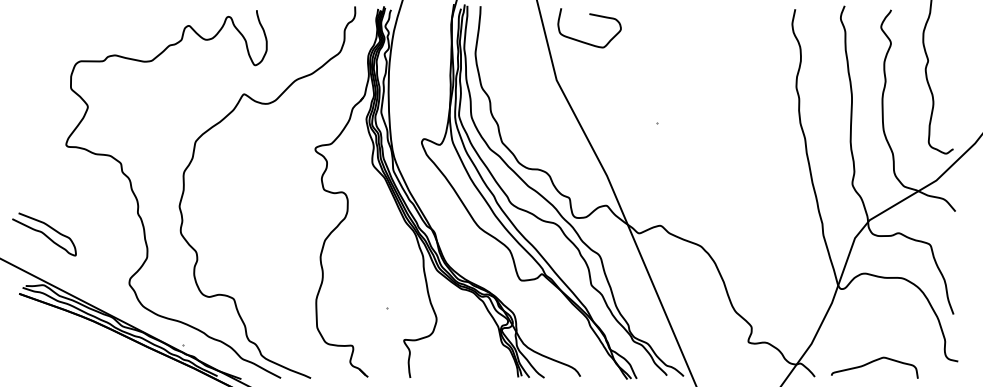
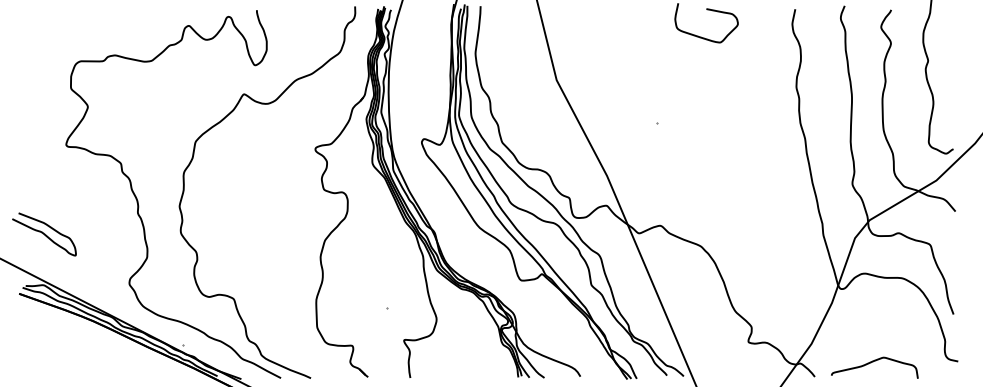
curve at (590, 15) position: (590, 15) -> (707, 10)
